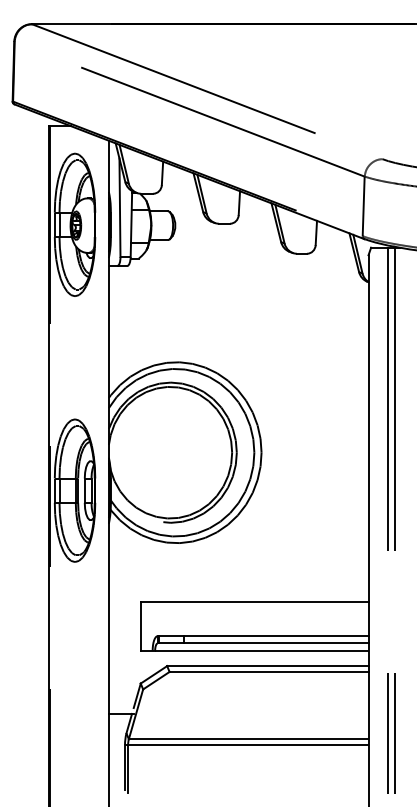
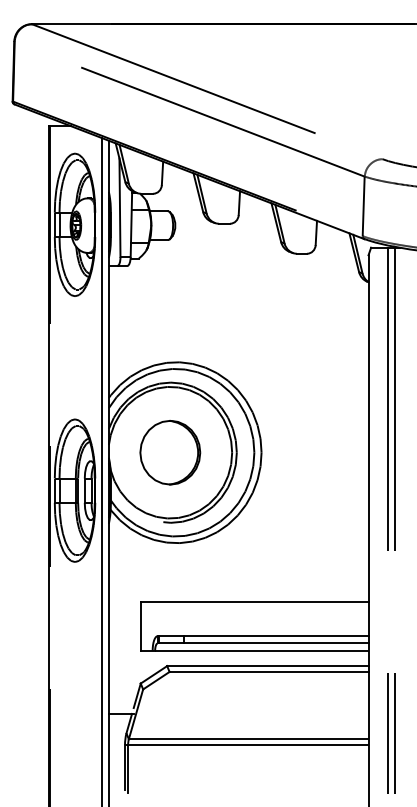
part at (170, 452): none -> present
line at (102, 470): none -> present
